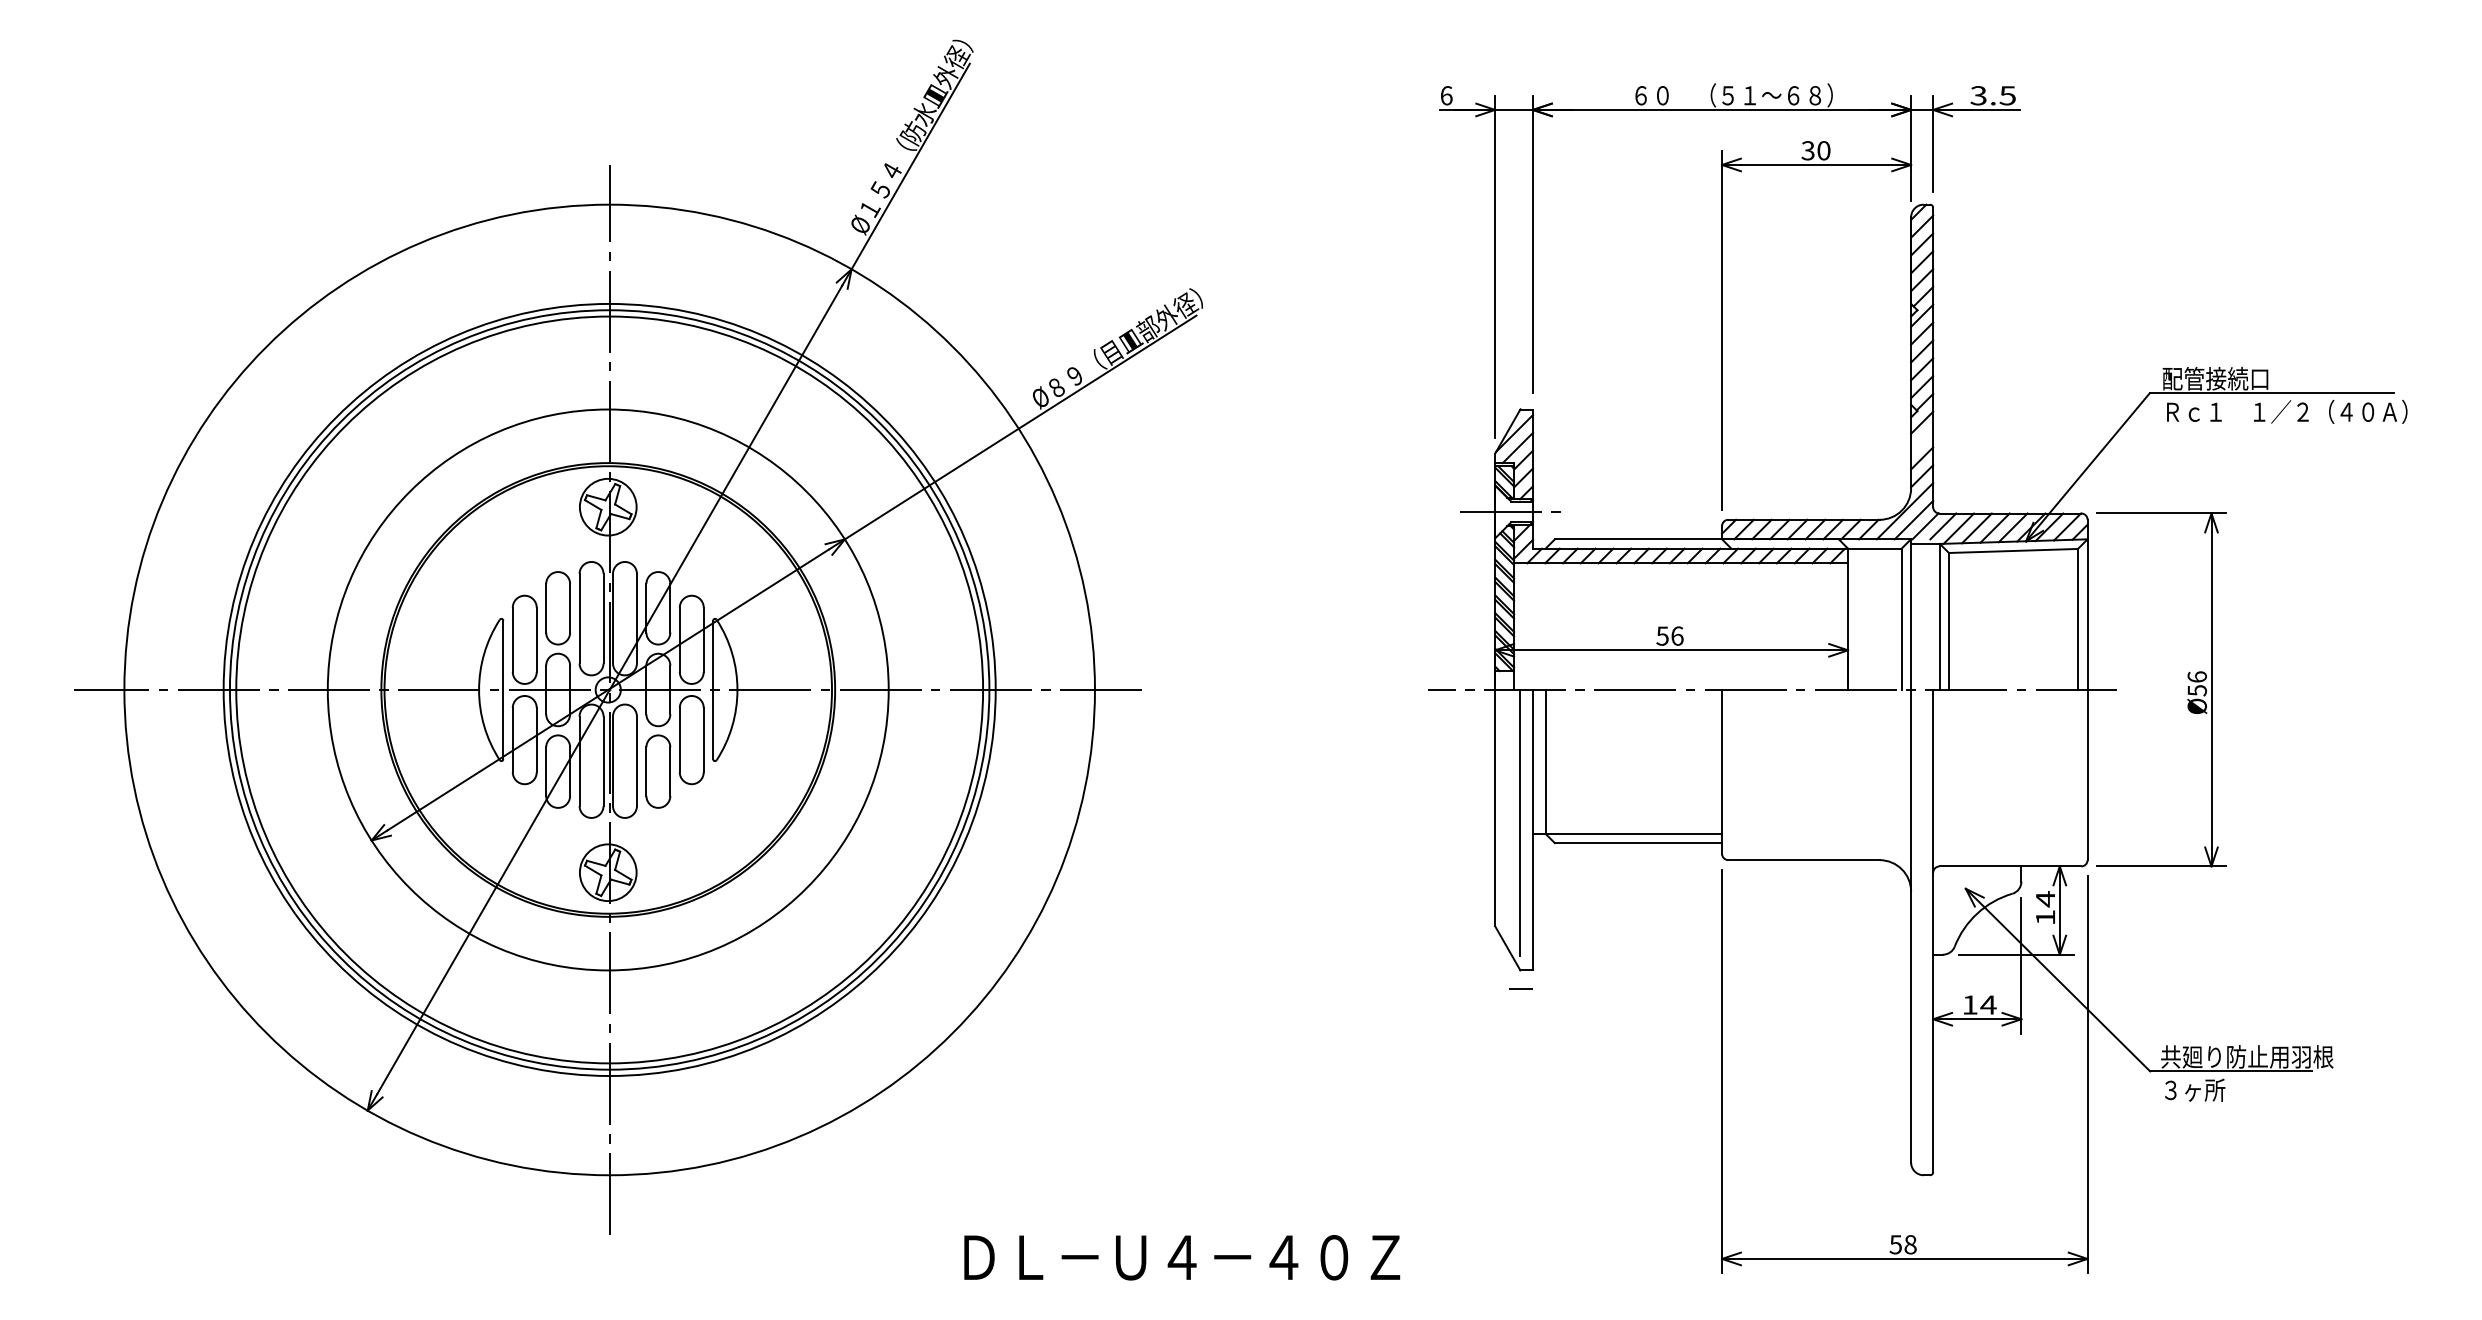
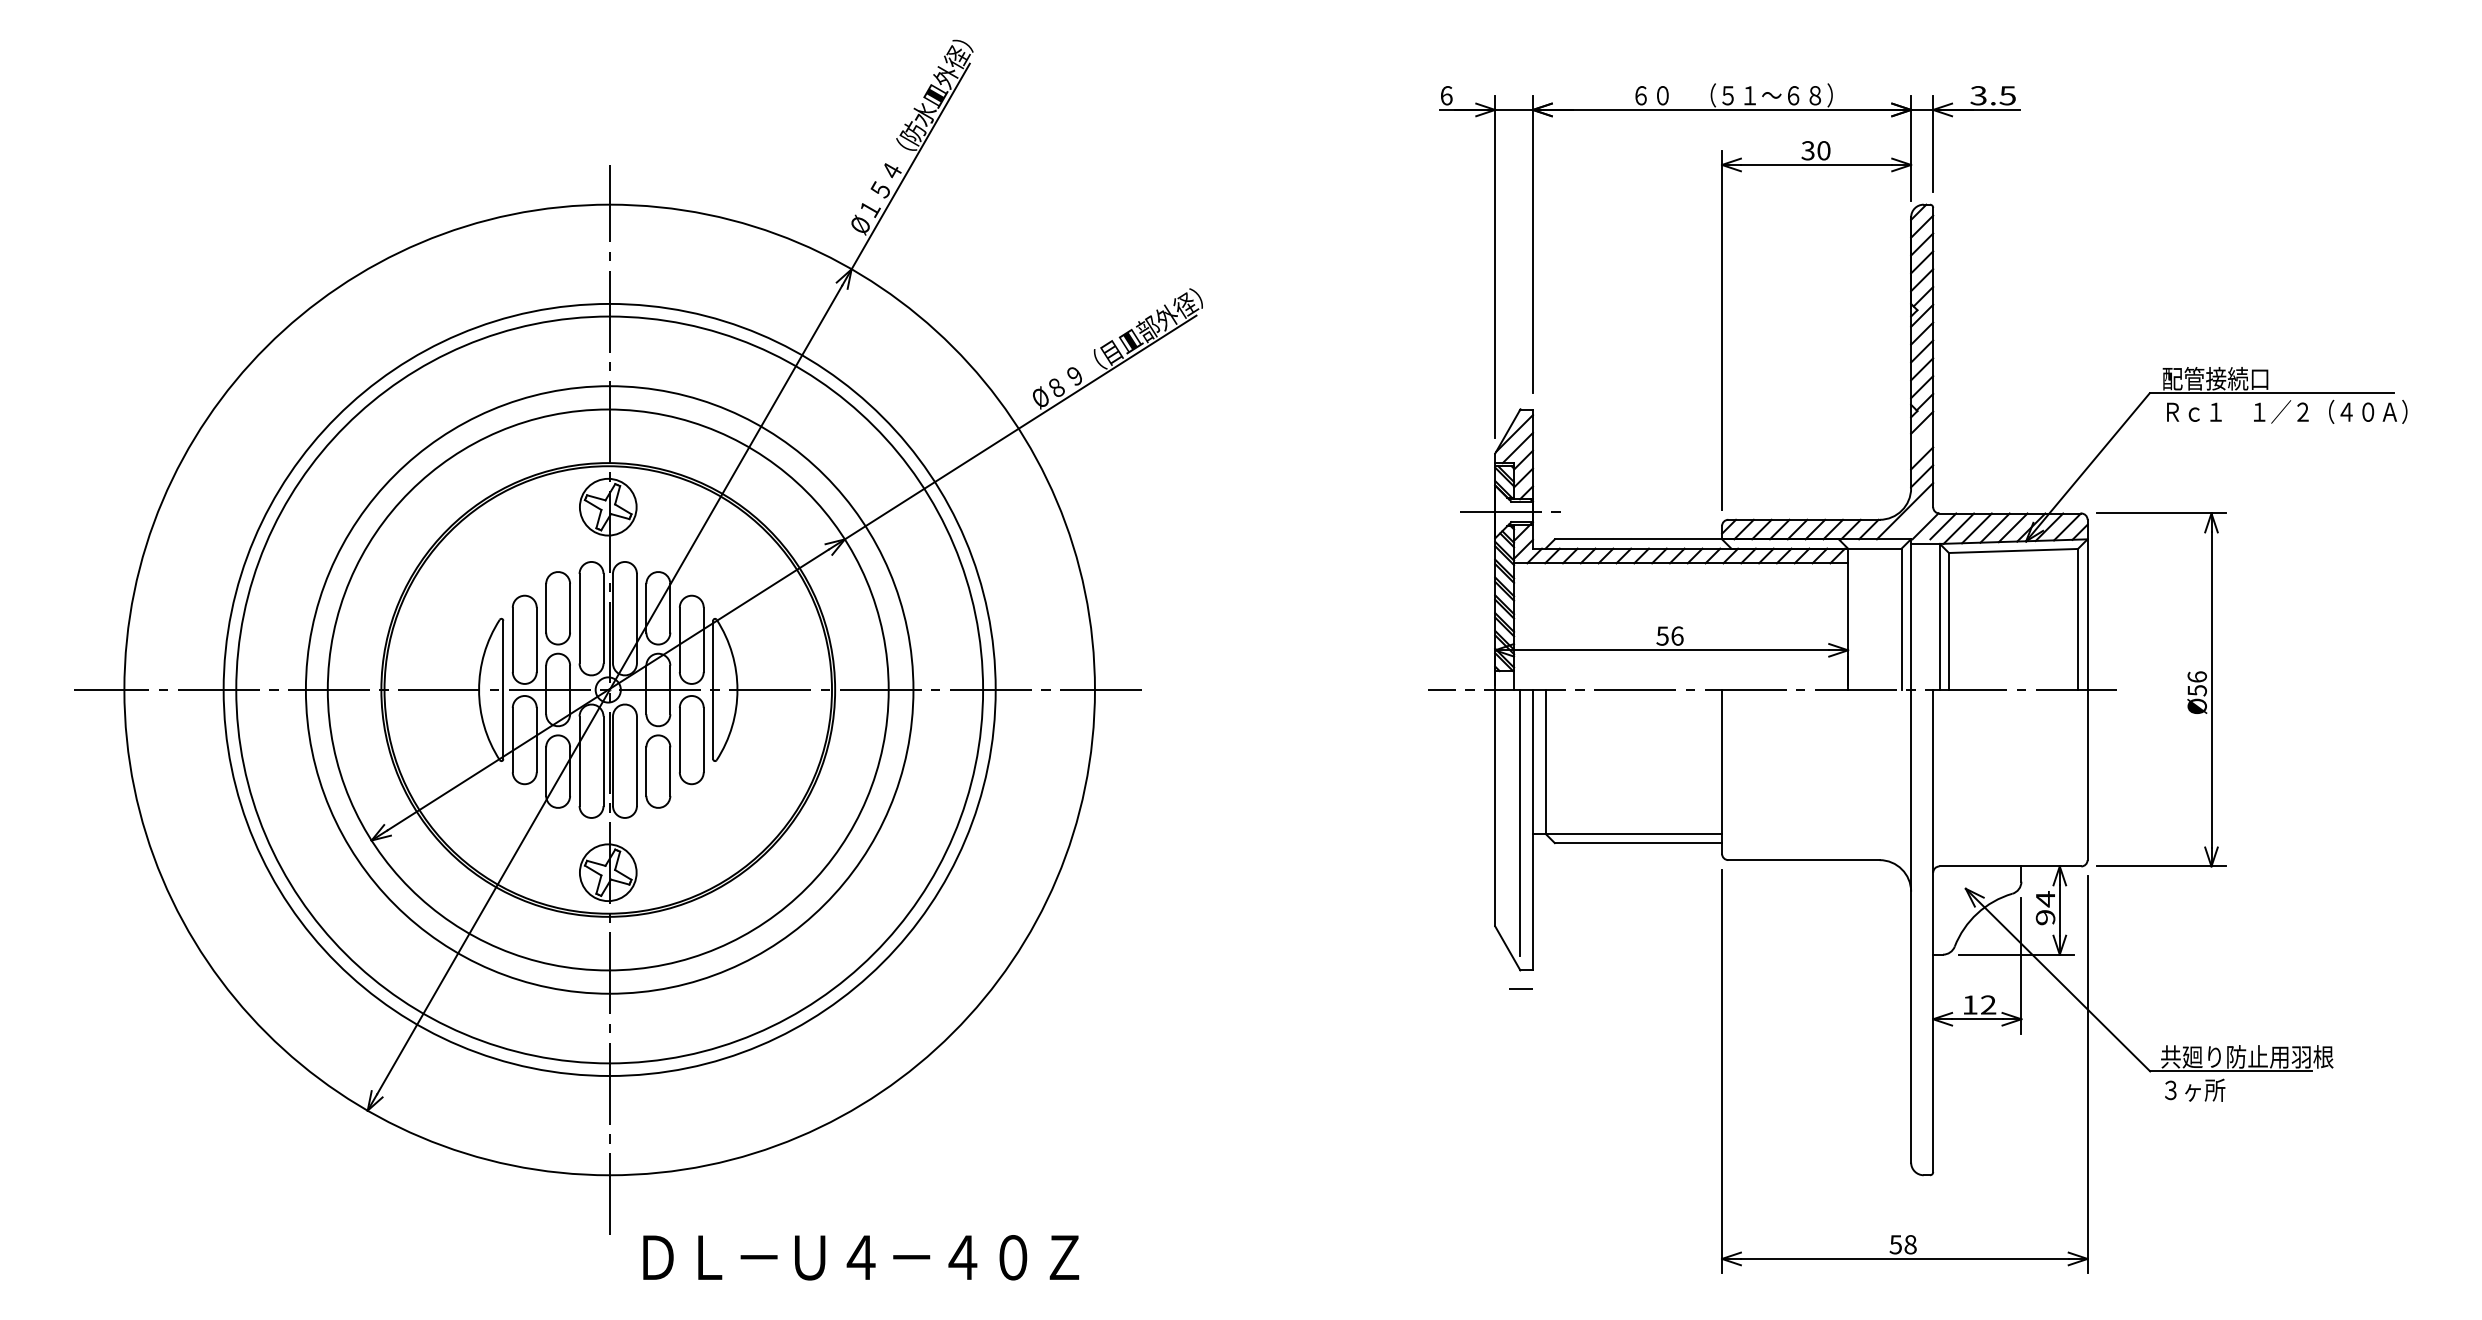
line at (1913, 519): present -> none
circle at (609, 689) diameter: 759 px -> 608 px
text at (2045, 917): 14 -> 94
text at (1988, 1004): 14 -> 12
text at (1182, 1257) position: (1182, 1257) -> (861, 1257)
